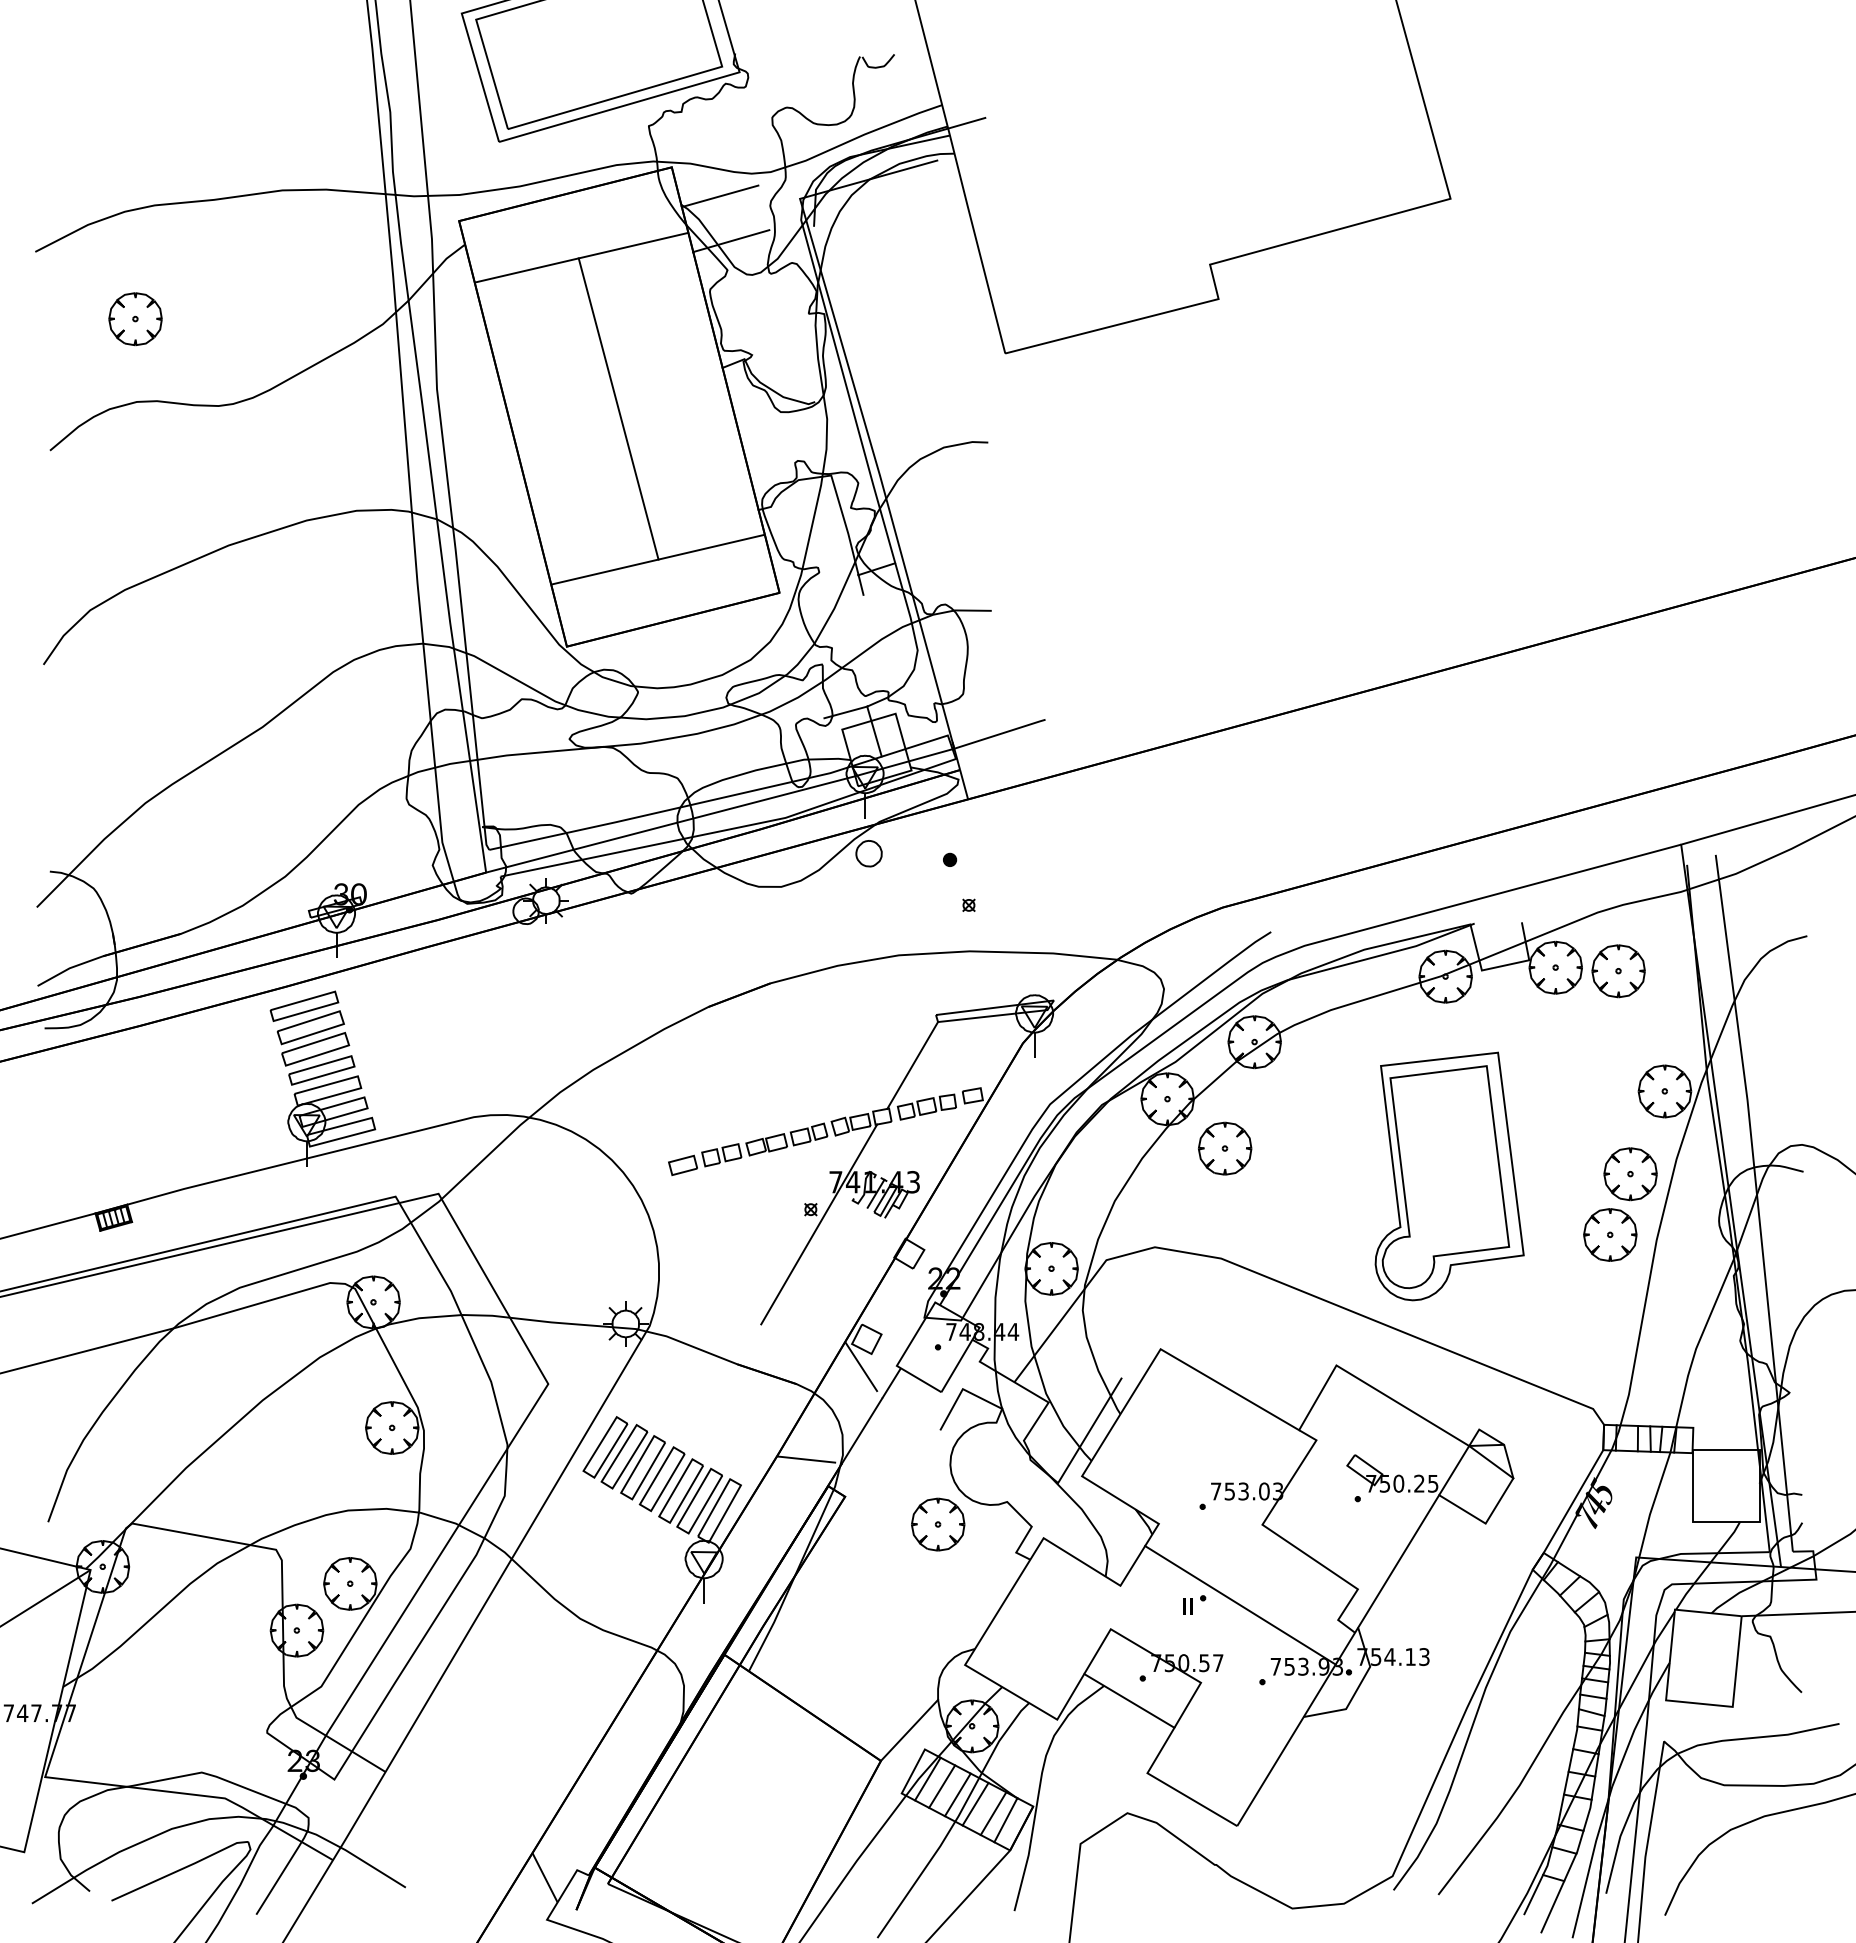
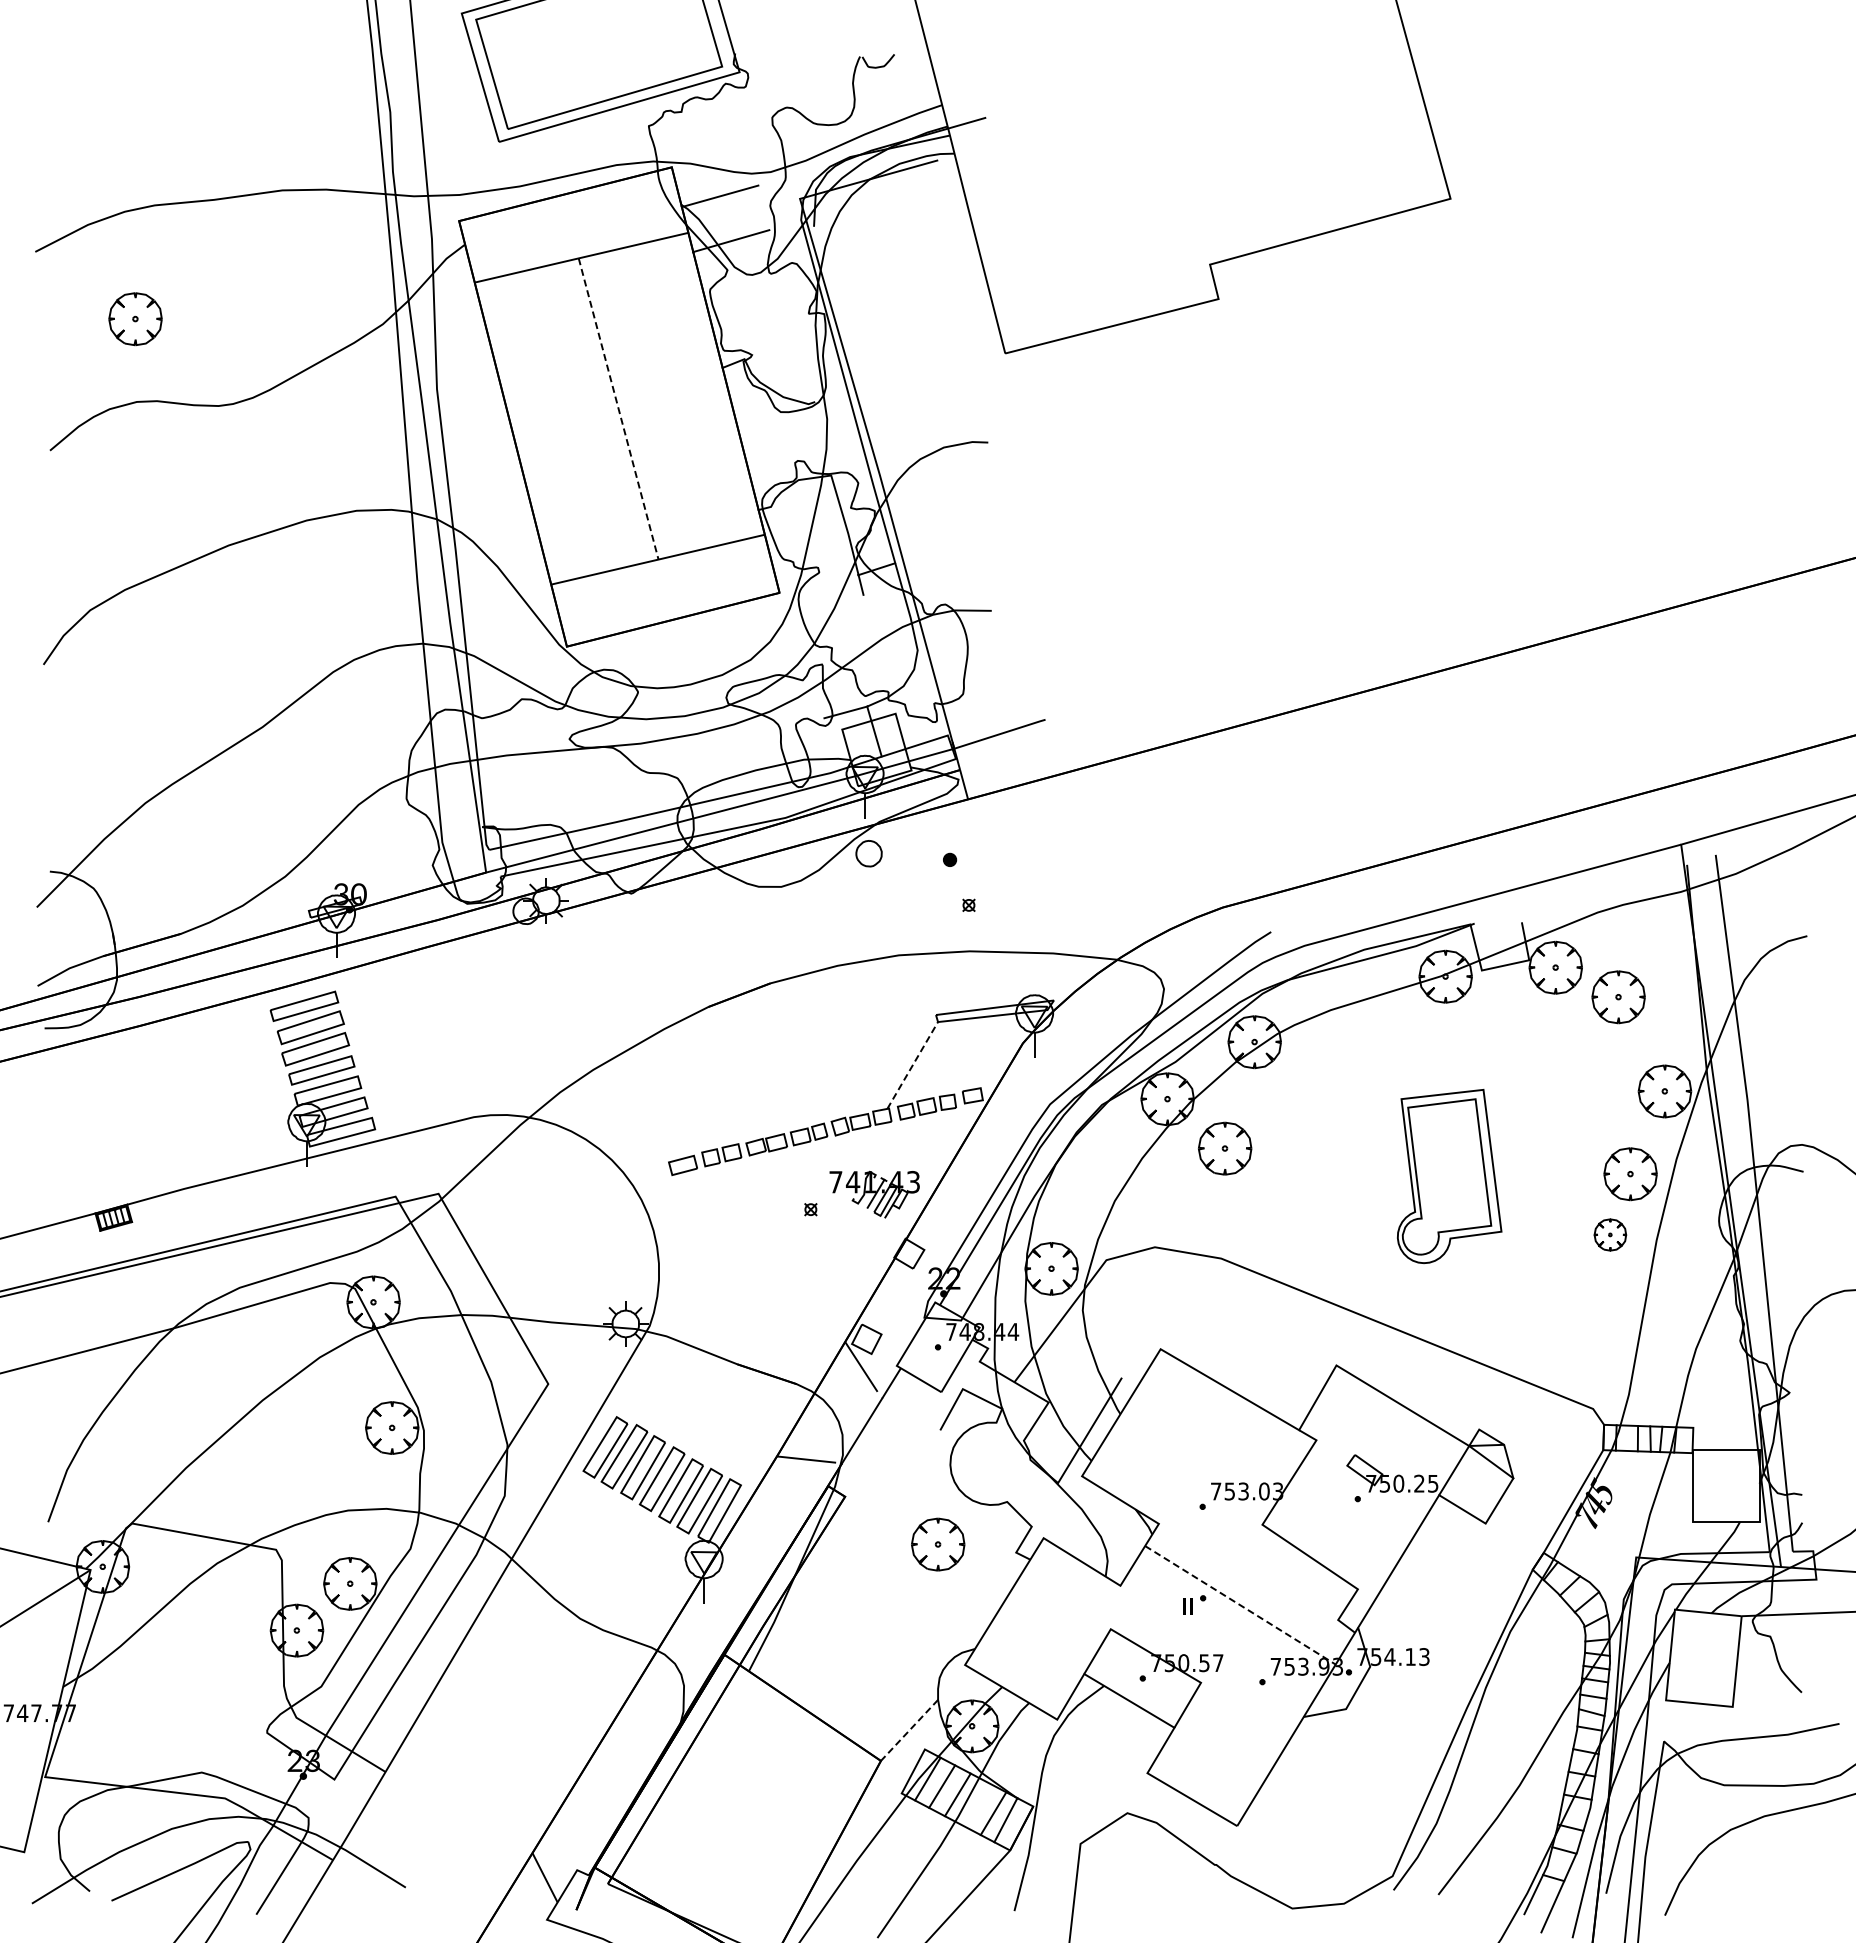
line at (618, 408): solid -> dashed
part at (1618, 971) position: (1618, 971) -> (1618, 997)
line at (912, 1065): solid -> dashed
part at (1449, 1176) size: 151x251 px -> 106x175 px
line at (819, 1224): present -> none
part at (1610, 1234) size: 55x54 px -> 35x34 px
part at (938, 1524) position: (938, 1524) -> (938, 1544)
line at (1240, 1605): solid -> dashed
line at (909, 1730): solid -> dashed
line at (975, 1803): present -> none
